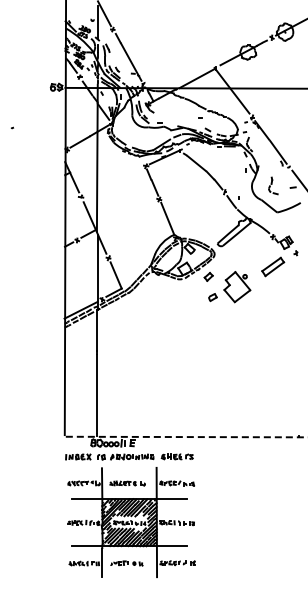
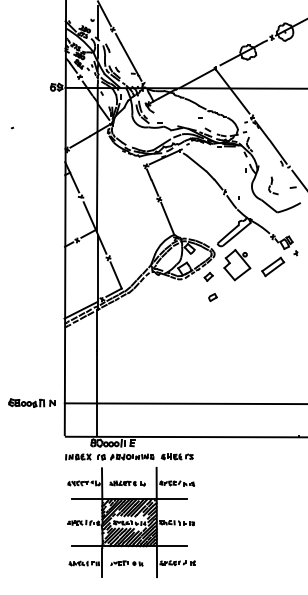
part at (237, 287) position: (237, 287) -> (237, 265)
part at (31, 402): none -> present
line at (184, 403): none -> present
line at (186, 437): dashed -> solid
